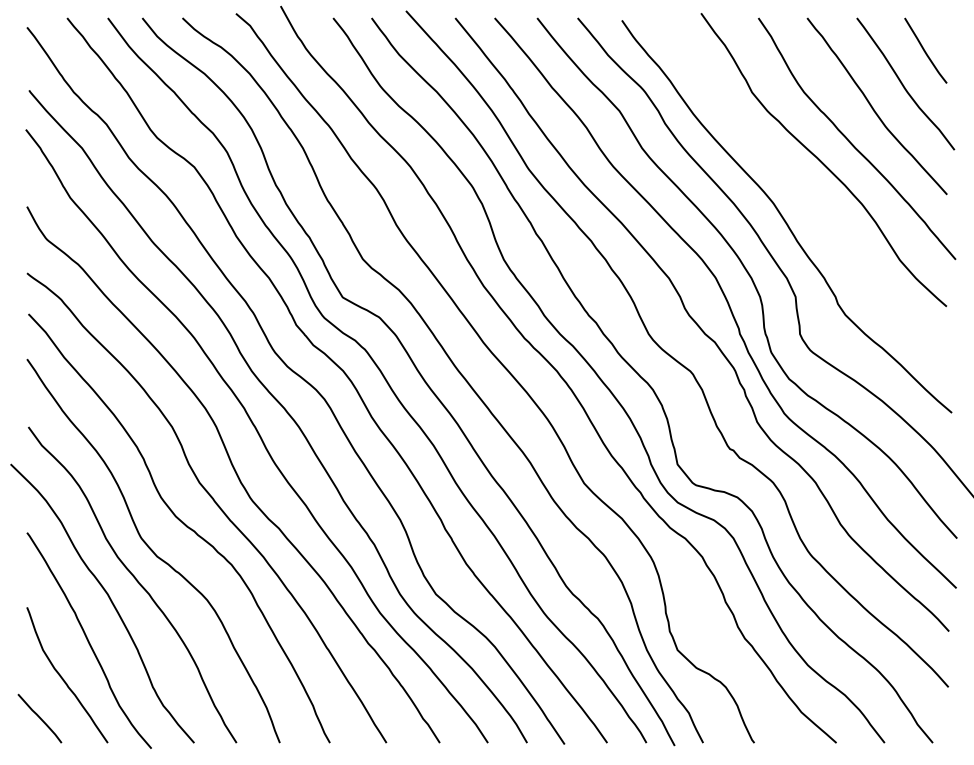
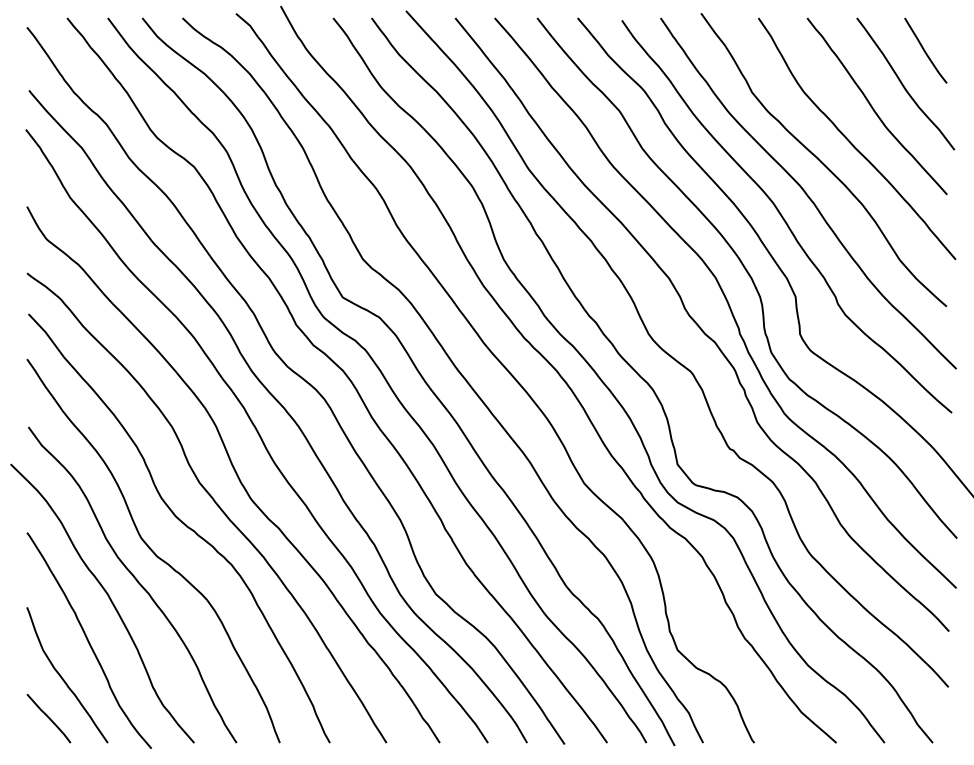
curve at (807, 193): none -> present
curve at (39, 718) position: (39, 718) -> (48, 718)
